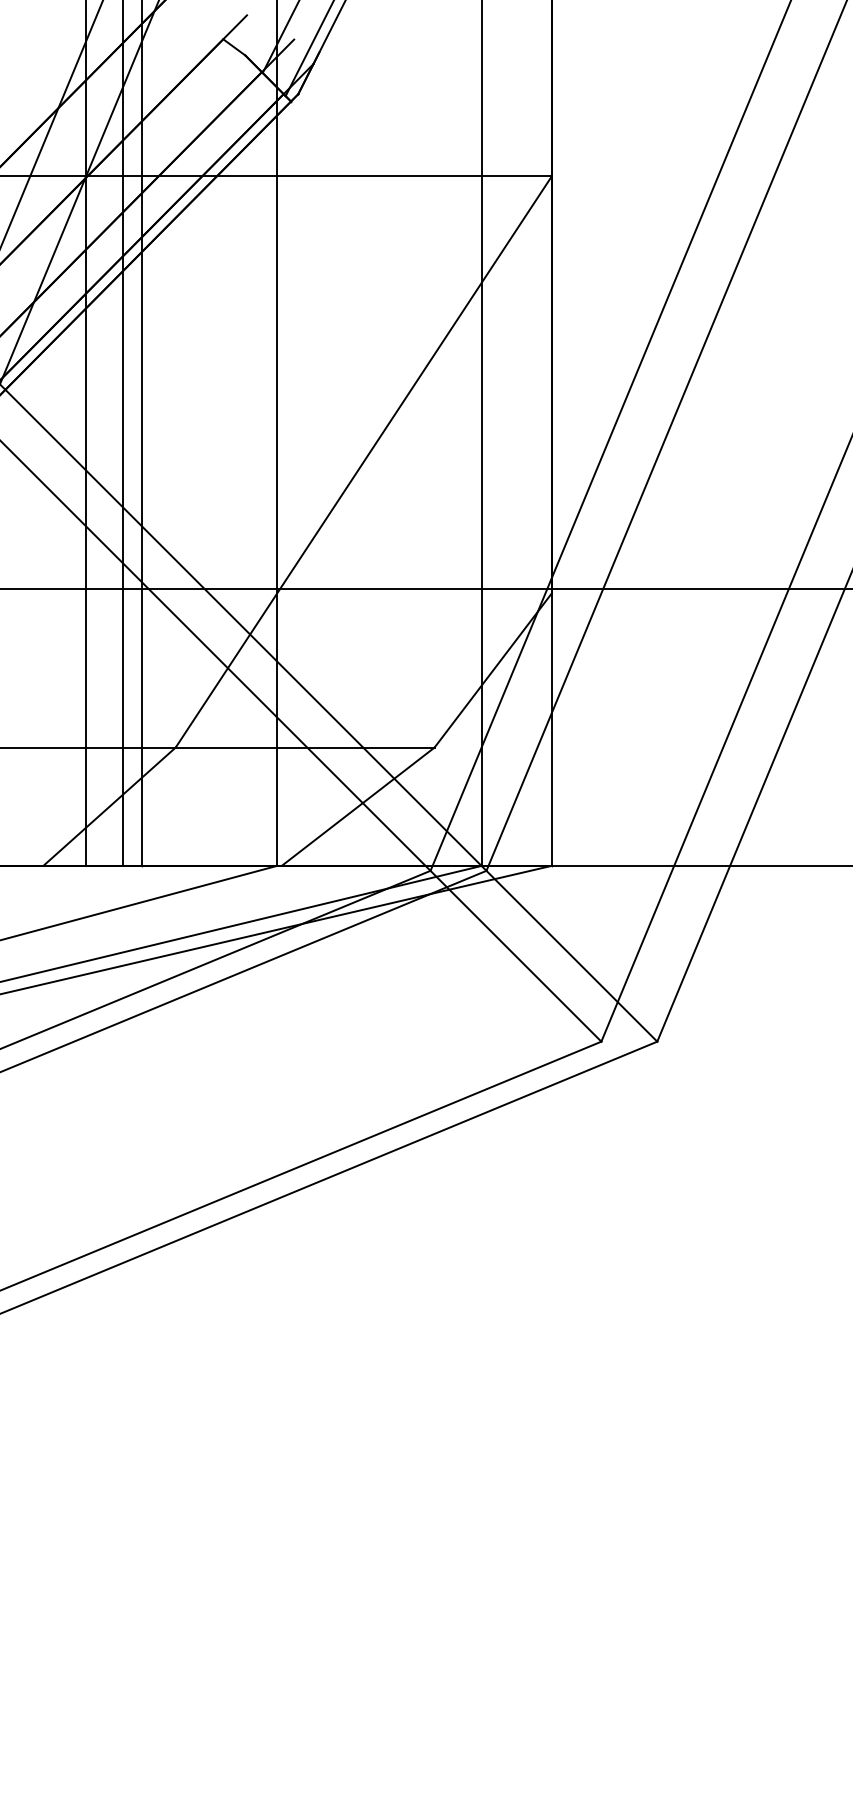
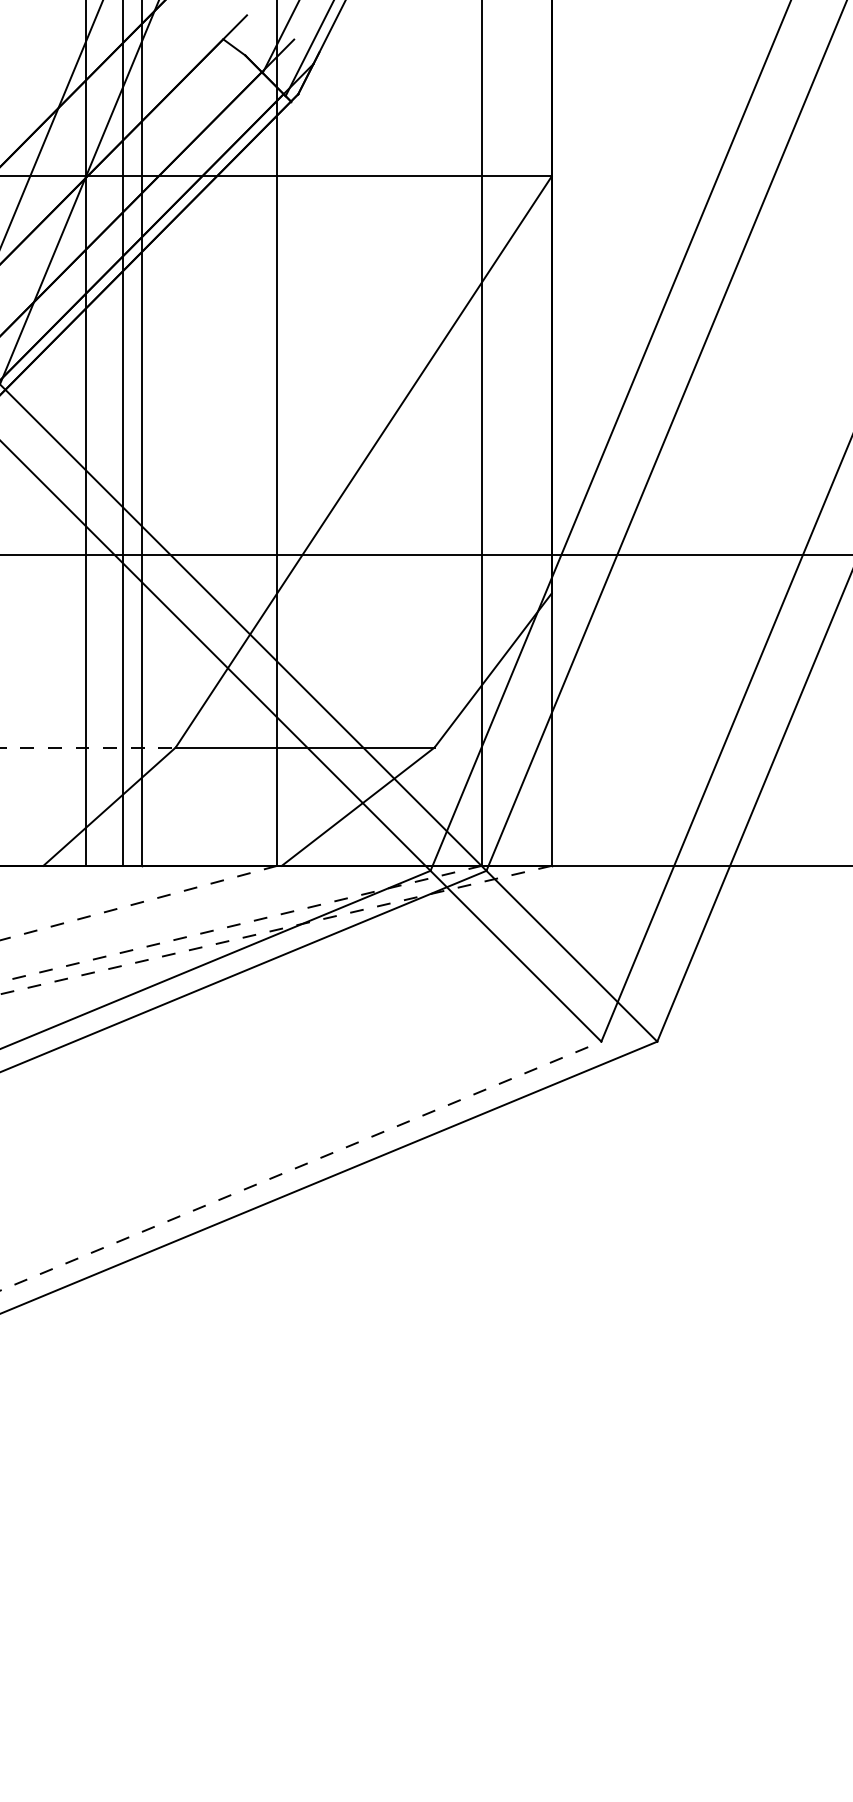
line at (425, 588) position: (425, 588) -> (425, 554)
line at (88, 747): solid -> dashed
line at (138, 903): solid -> dashed
line at (241, 923): solid -> dashed
line at (276, 930): solid -> dashed
line at (301, 1166): solid -> dashed
